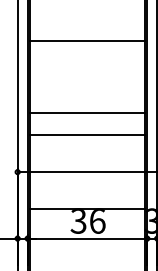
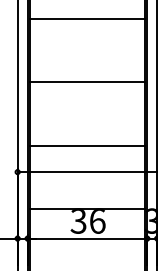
line at (87, 41) position: (87, 41) -> (87, 19)
line at (87, 113) position: (87, 113) -> (87, 82)
line at (87, 134) position: (87, 134) -> (87, 145)
